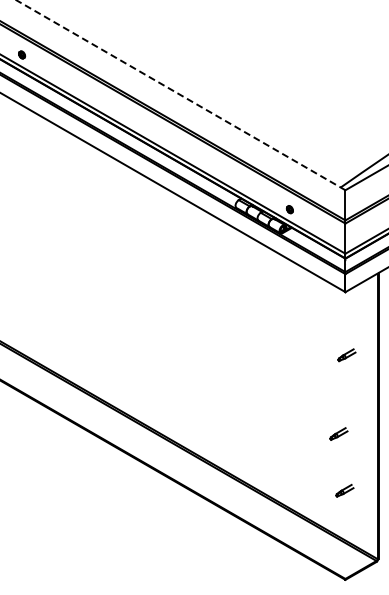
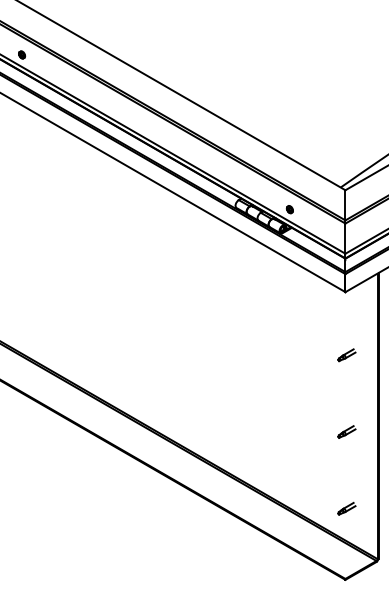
line at (180, 95): dashed -> solid
part at (338, 433) position: (338, 433) -> (346, 431)
part at (344, 490) position: (344, 490) -> (346, 508)
